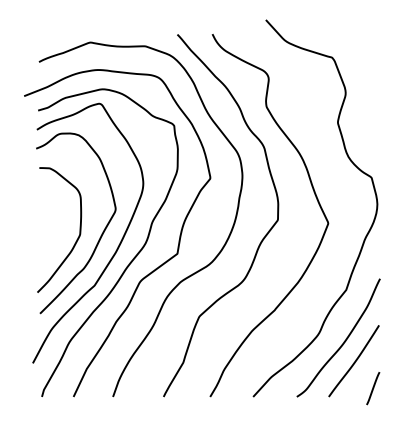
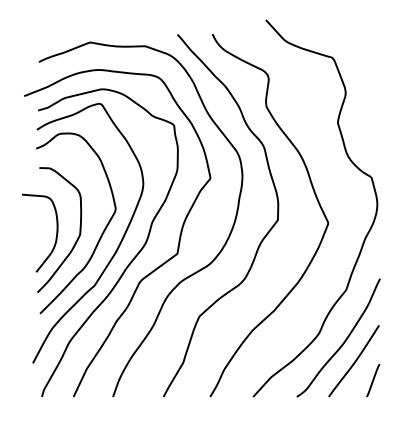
curve at (55, 237): none -> present
line at (373, 388) position: (373, 388) -> (373, 380)
